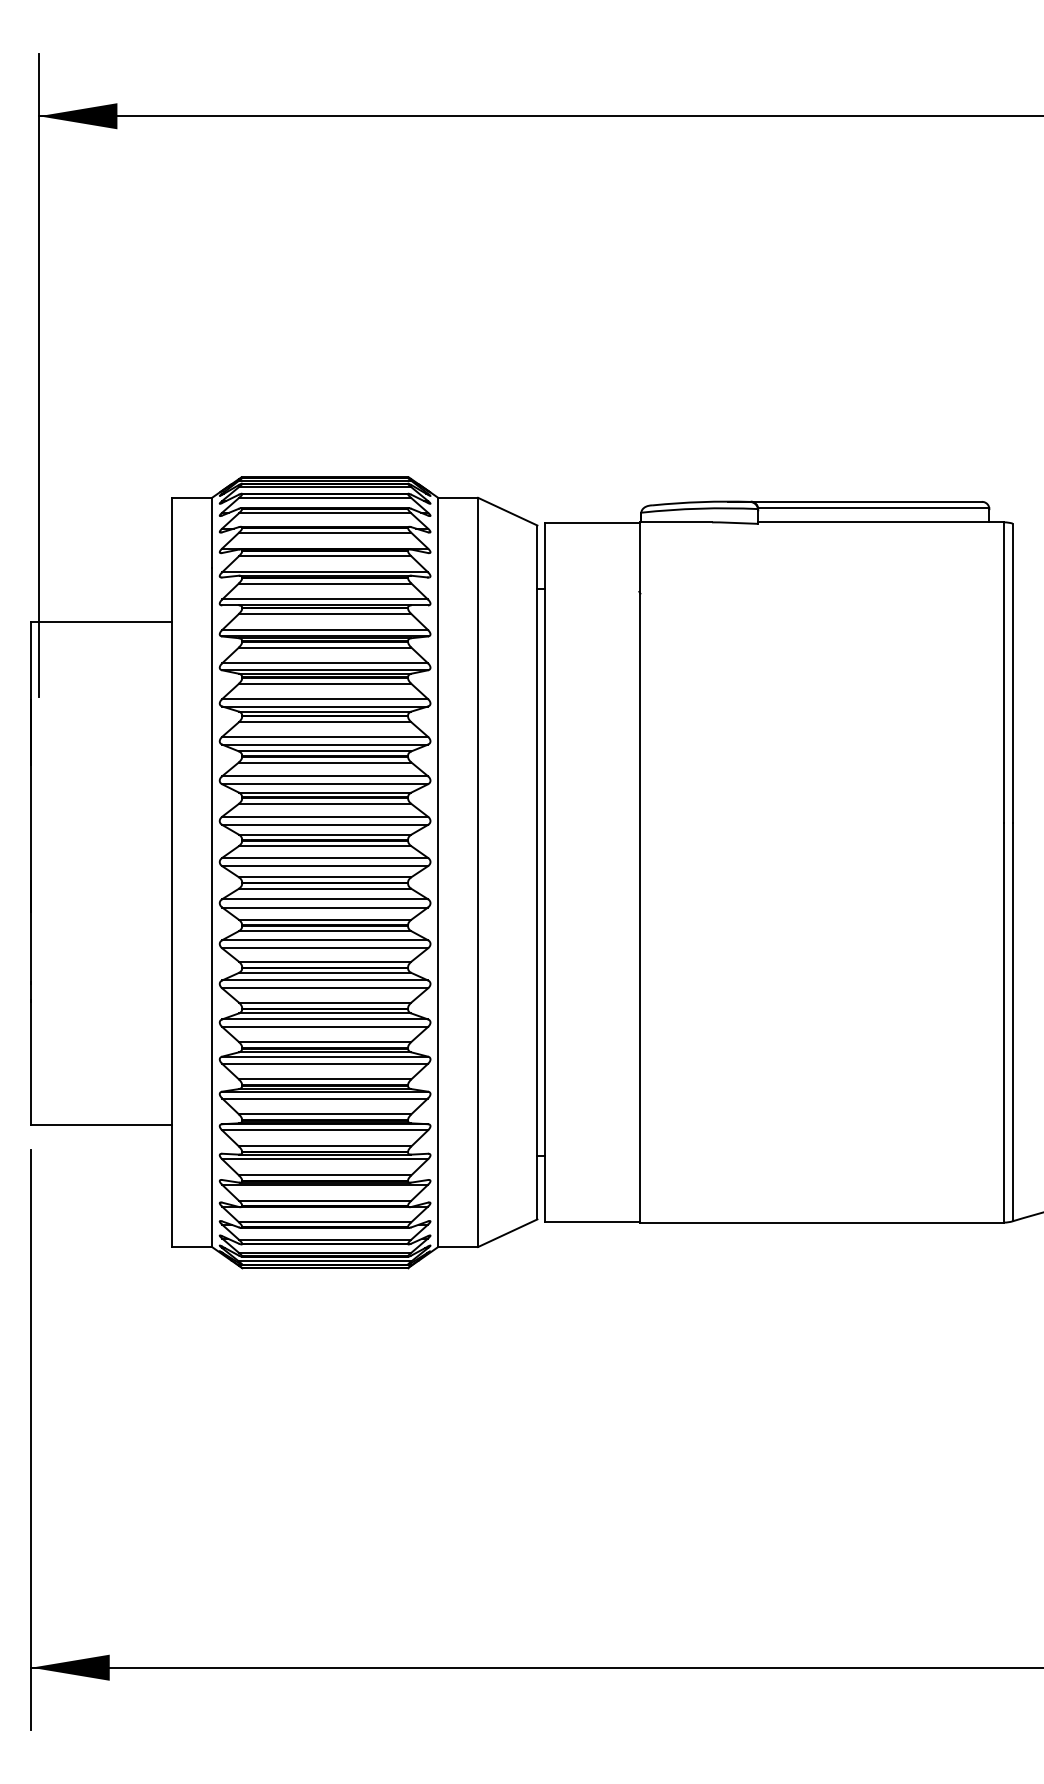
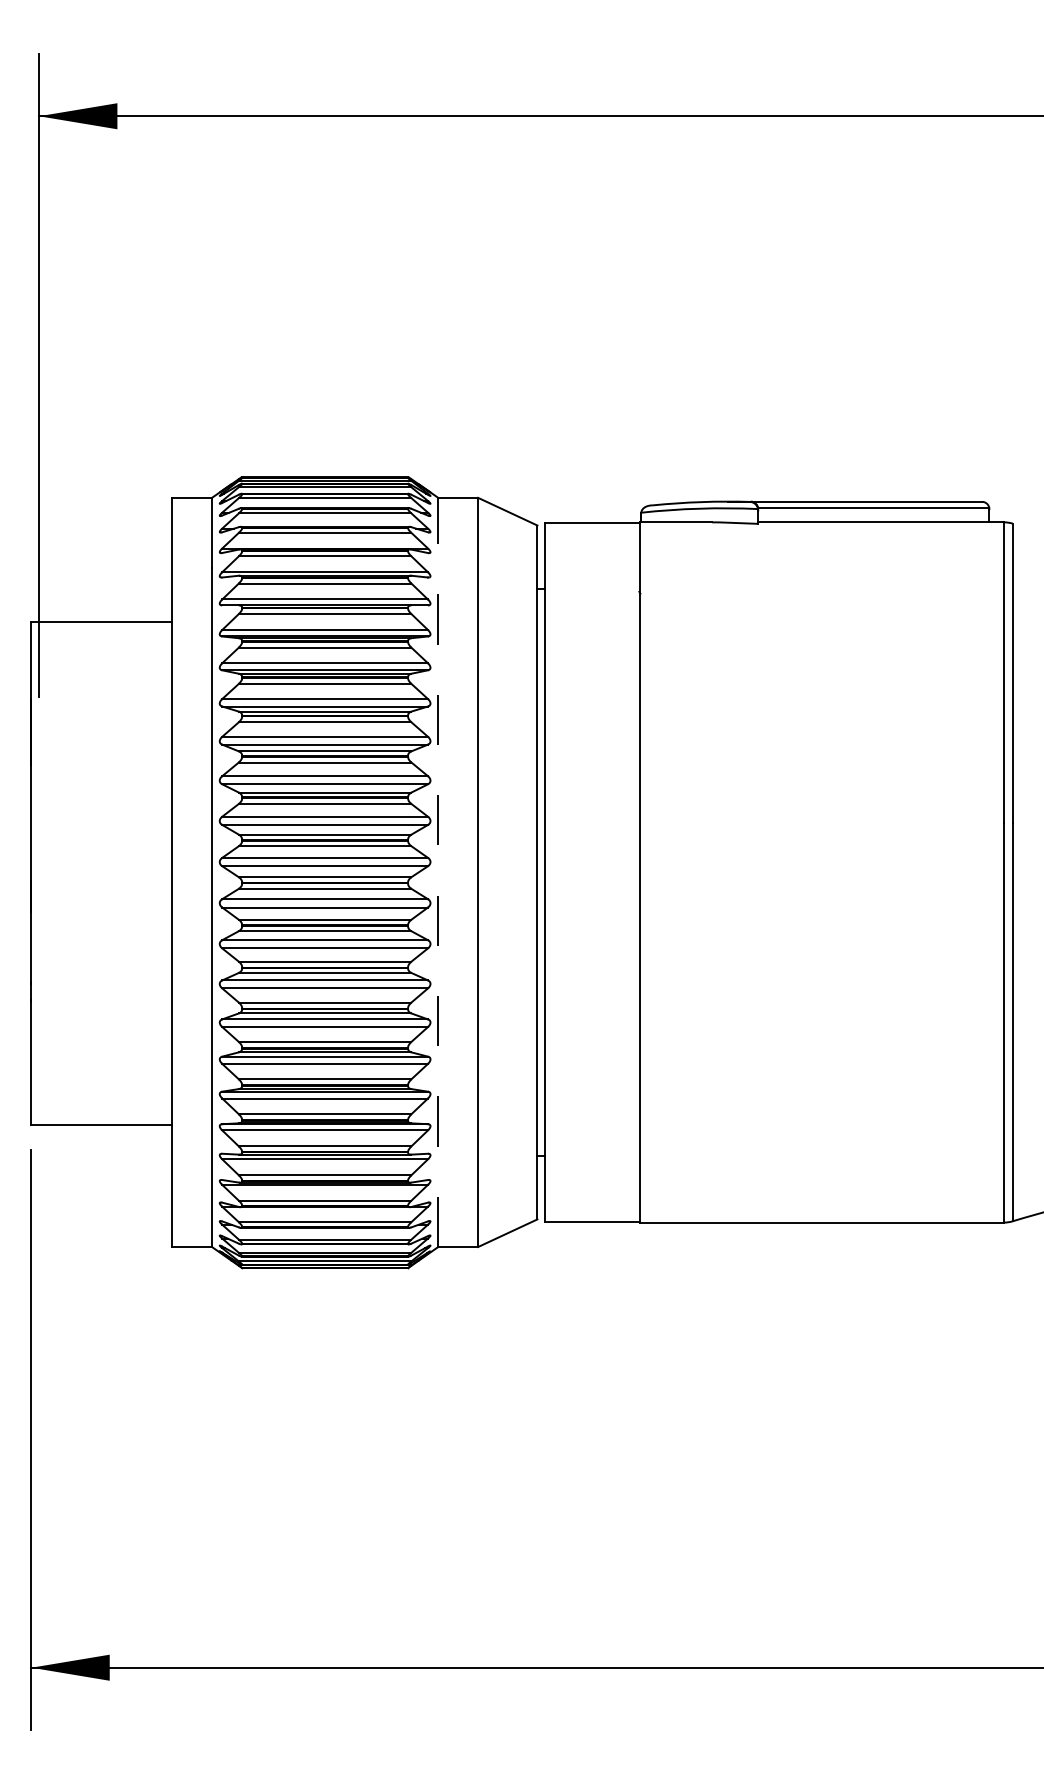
line at (438, 872): solid -> dashed
